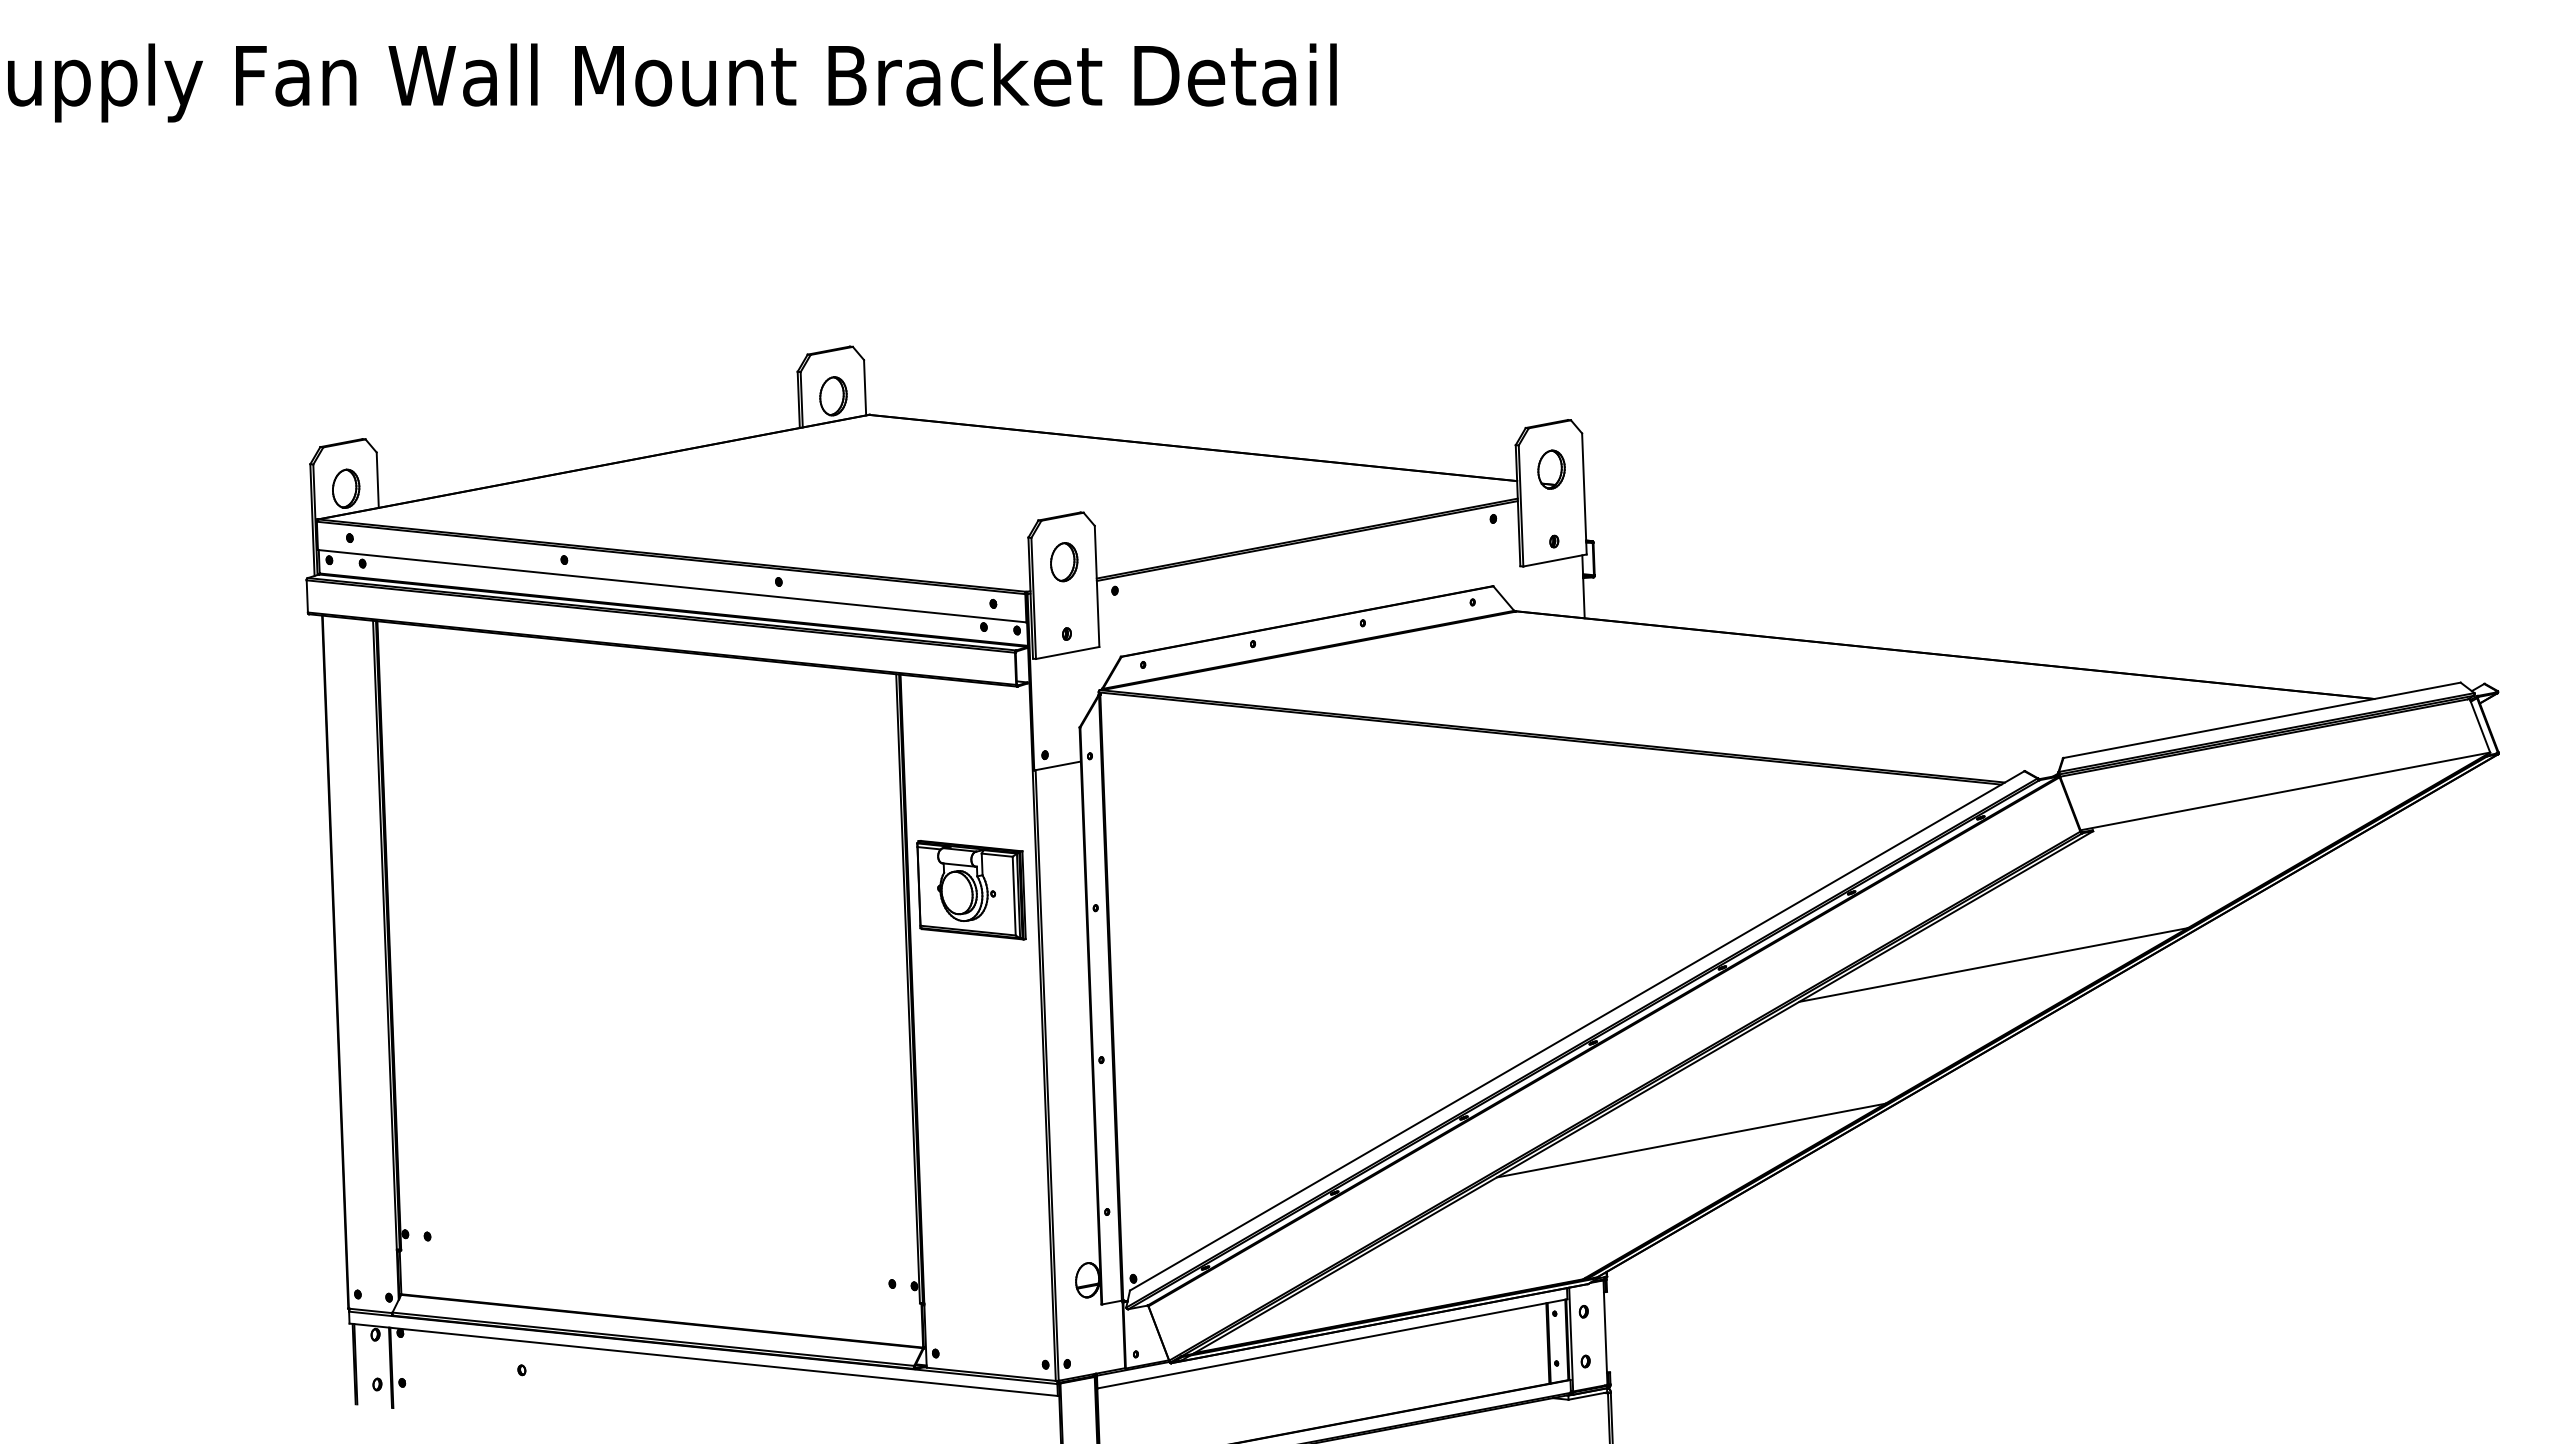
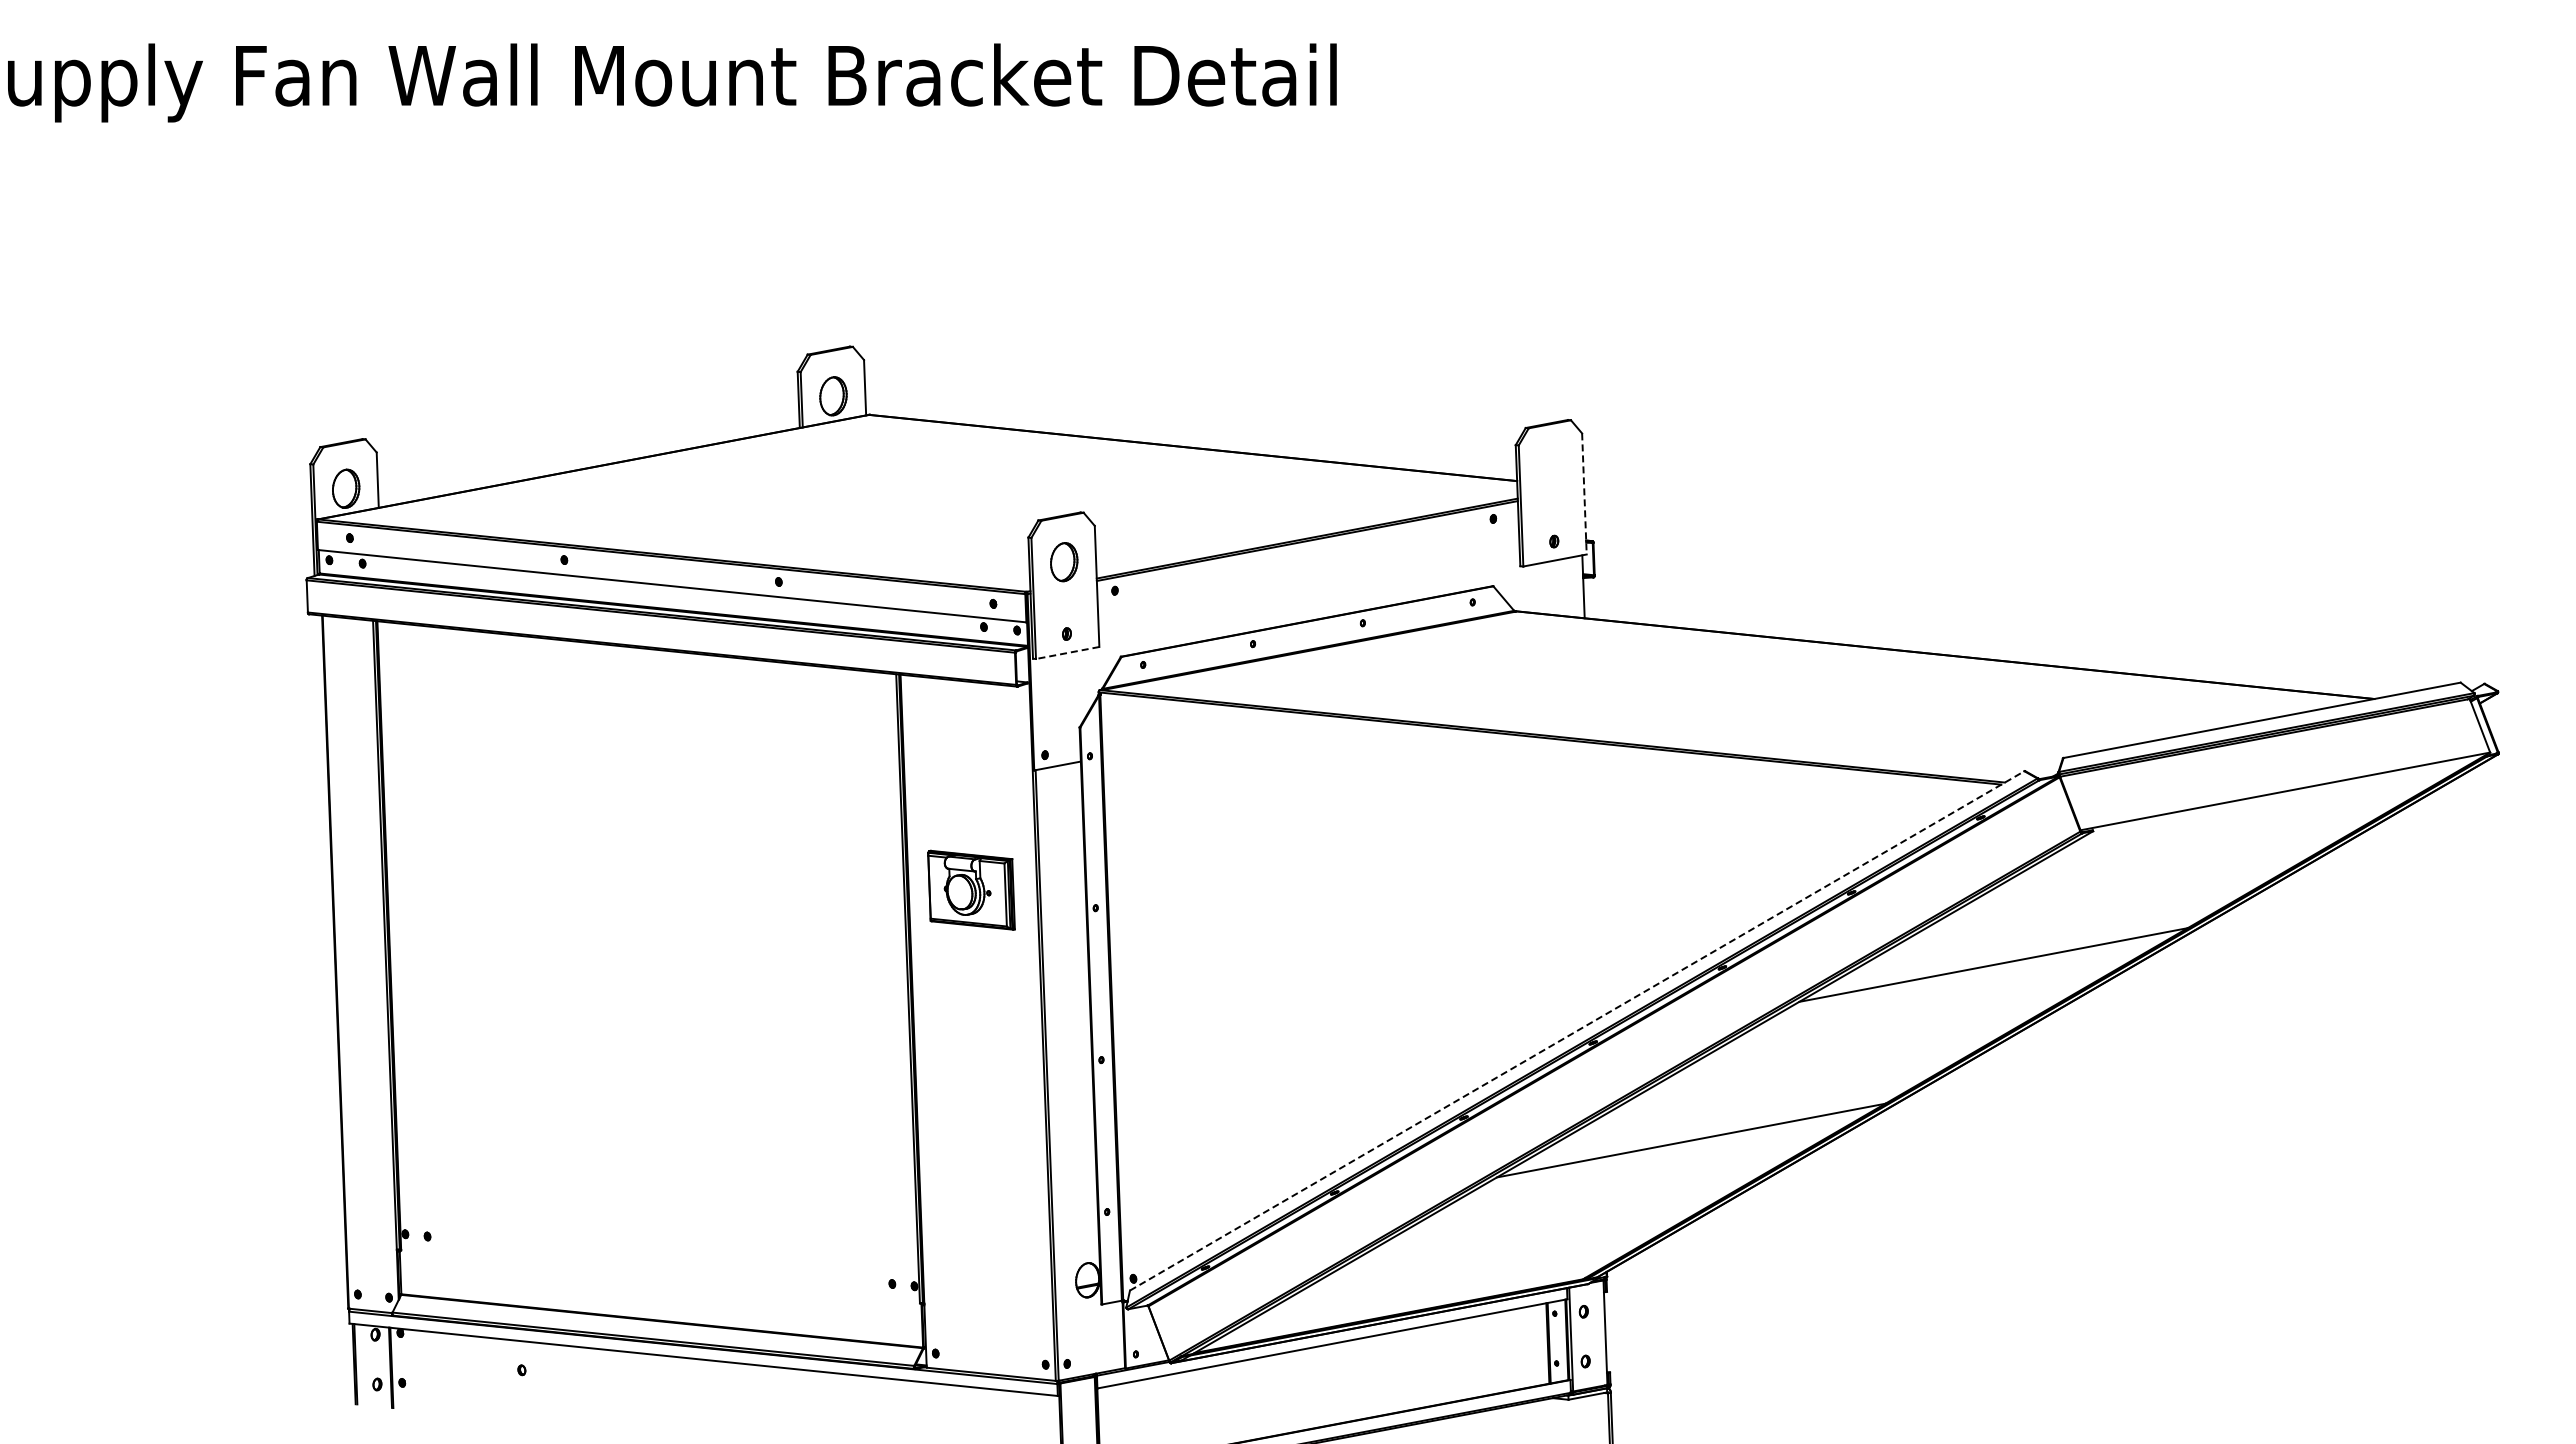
part at (1551, 469): present -> none
line at (1584, 493): solid -> dashed
line at (1067, 653): solid -> dashed
part at (971, 890) size: 111x101 px -> 89x82 px
line at (1577, 1030): solid -> dashed
